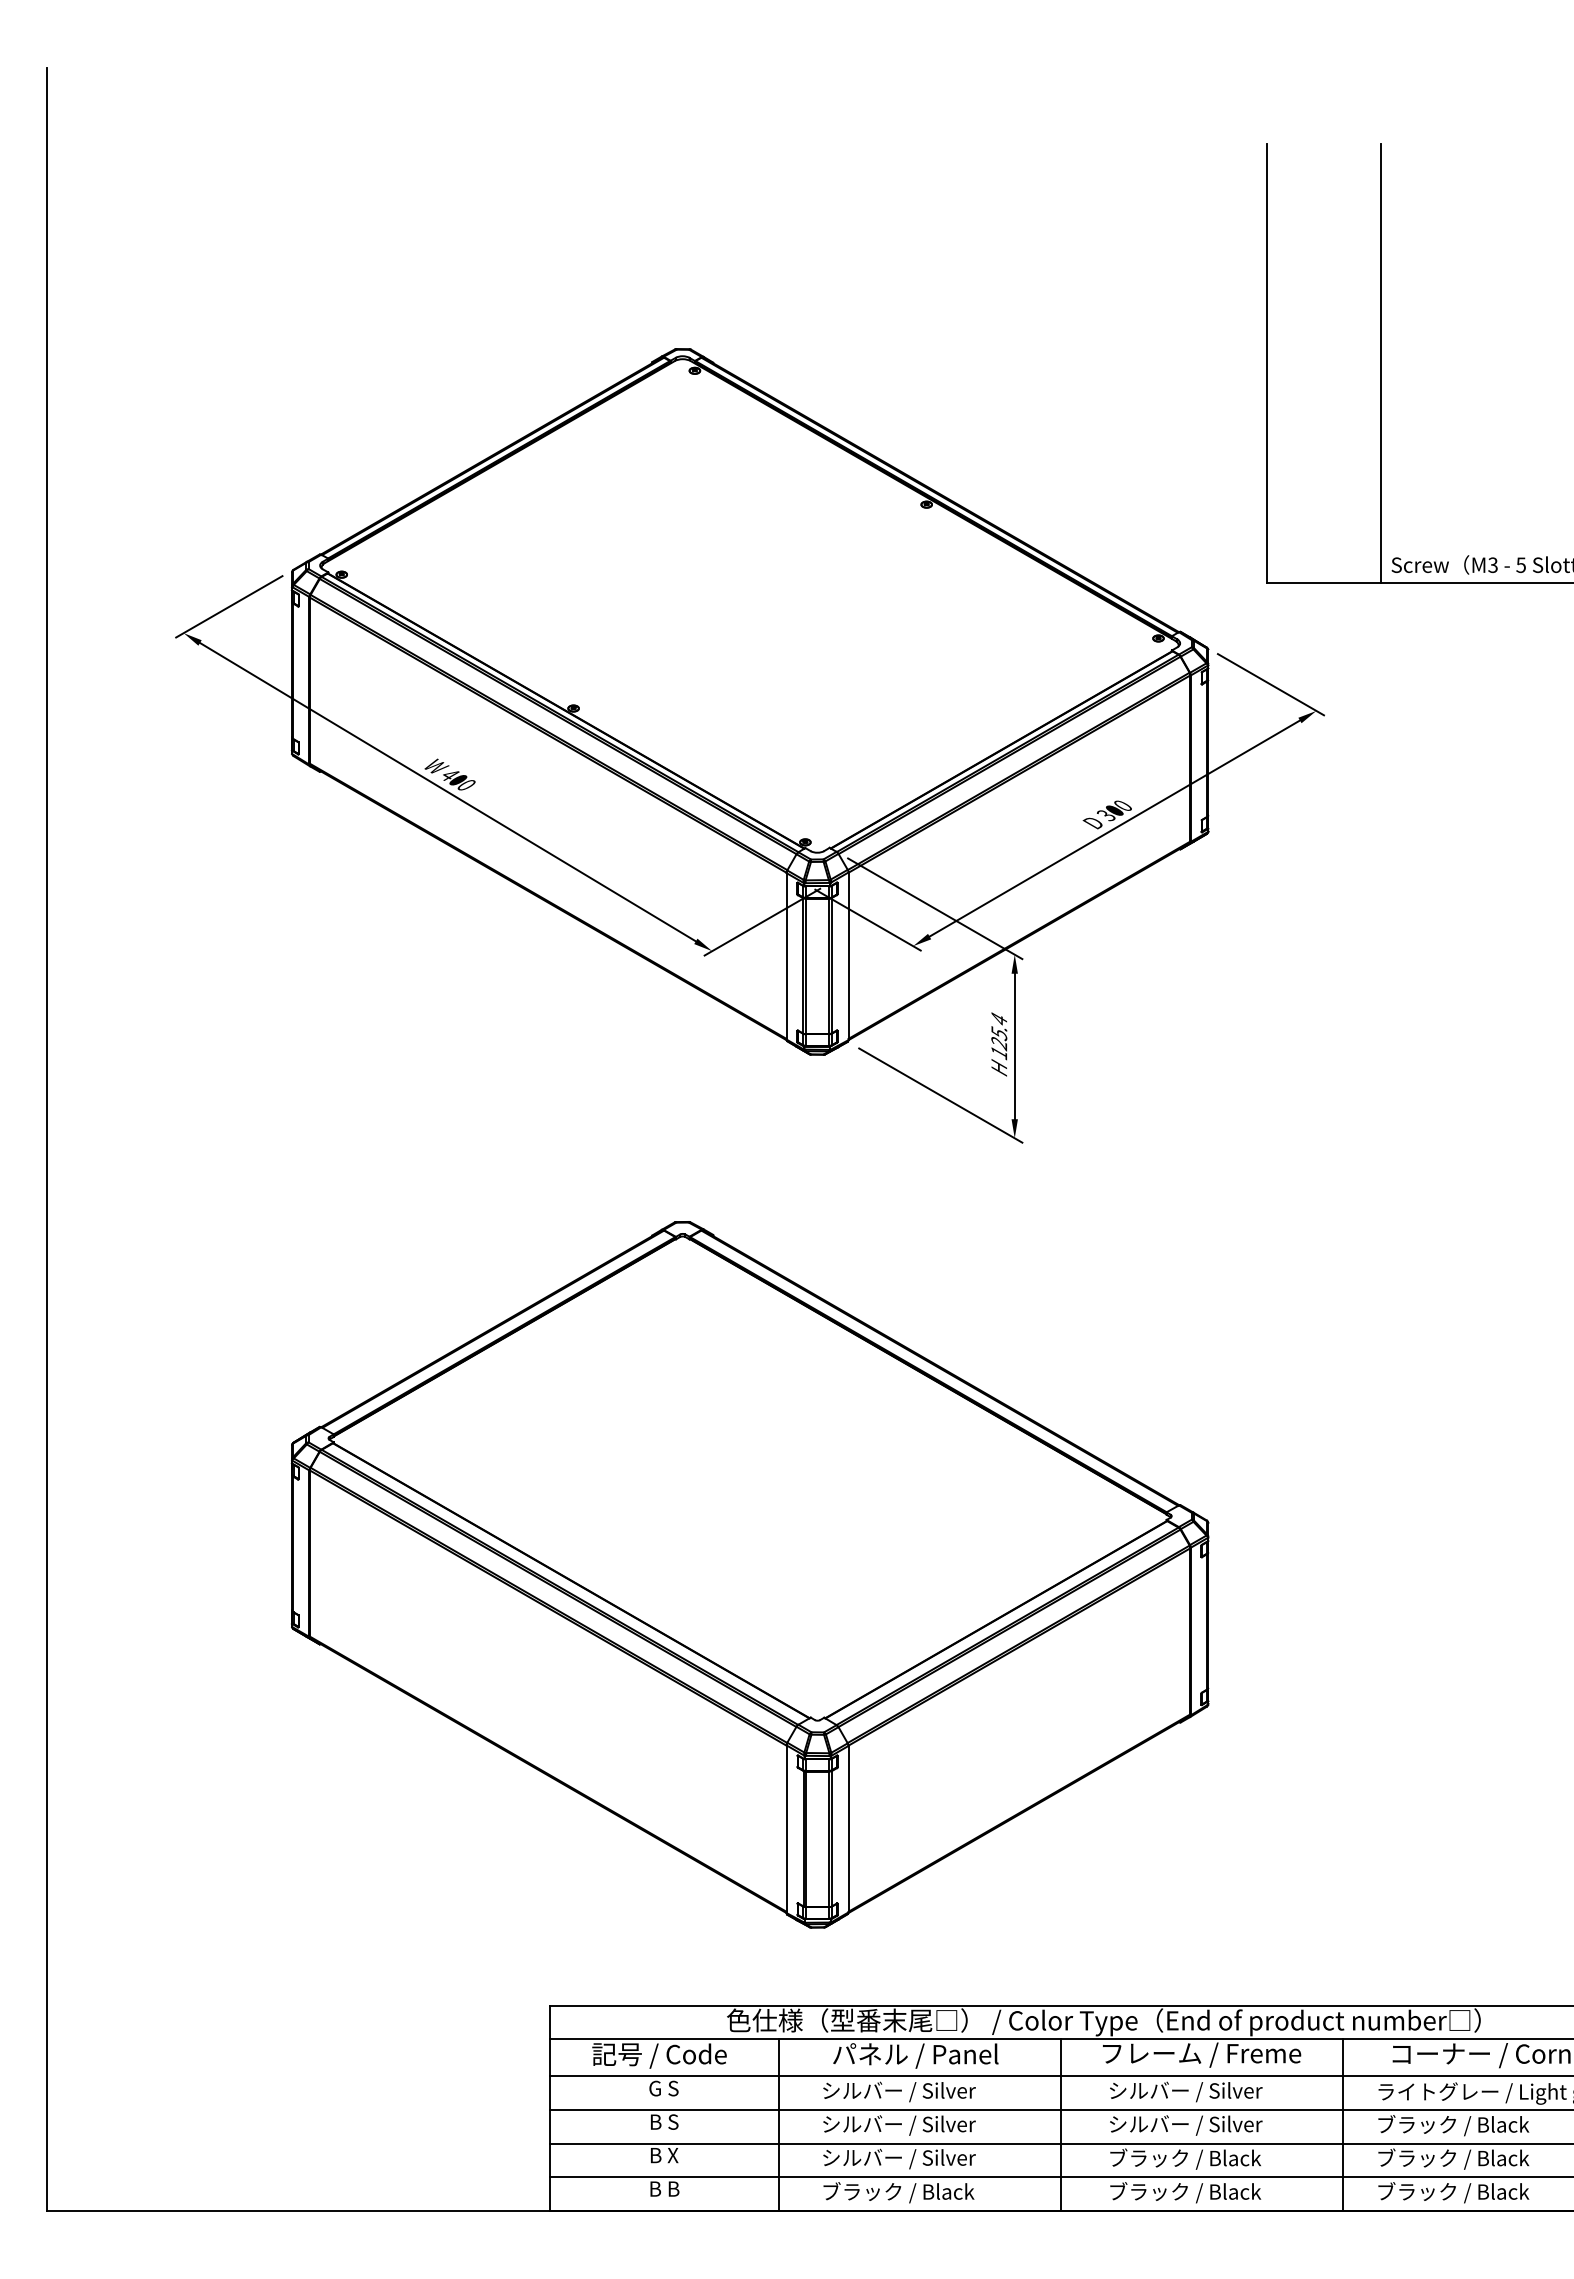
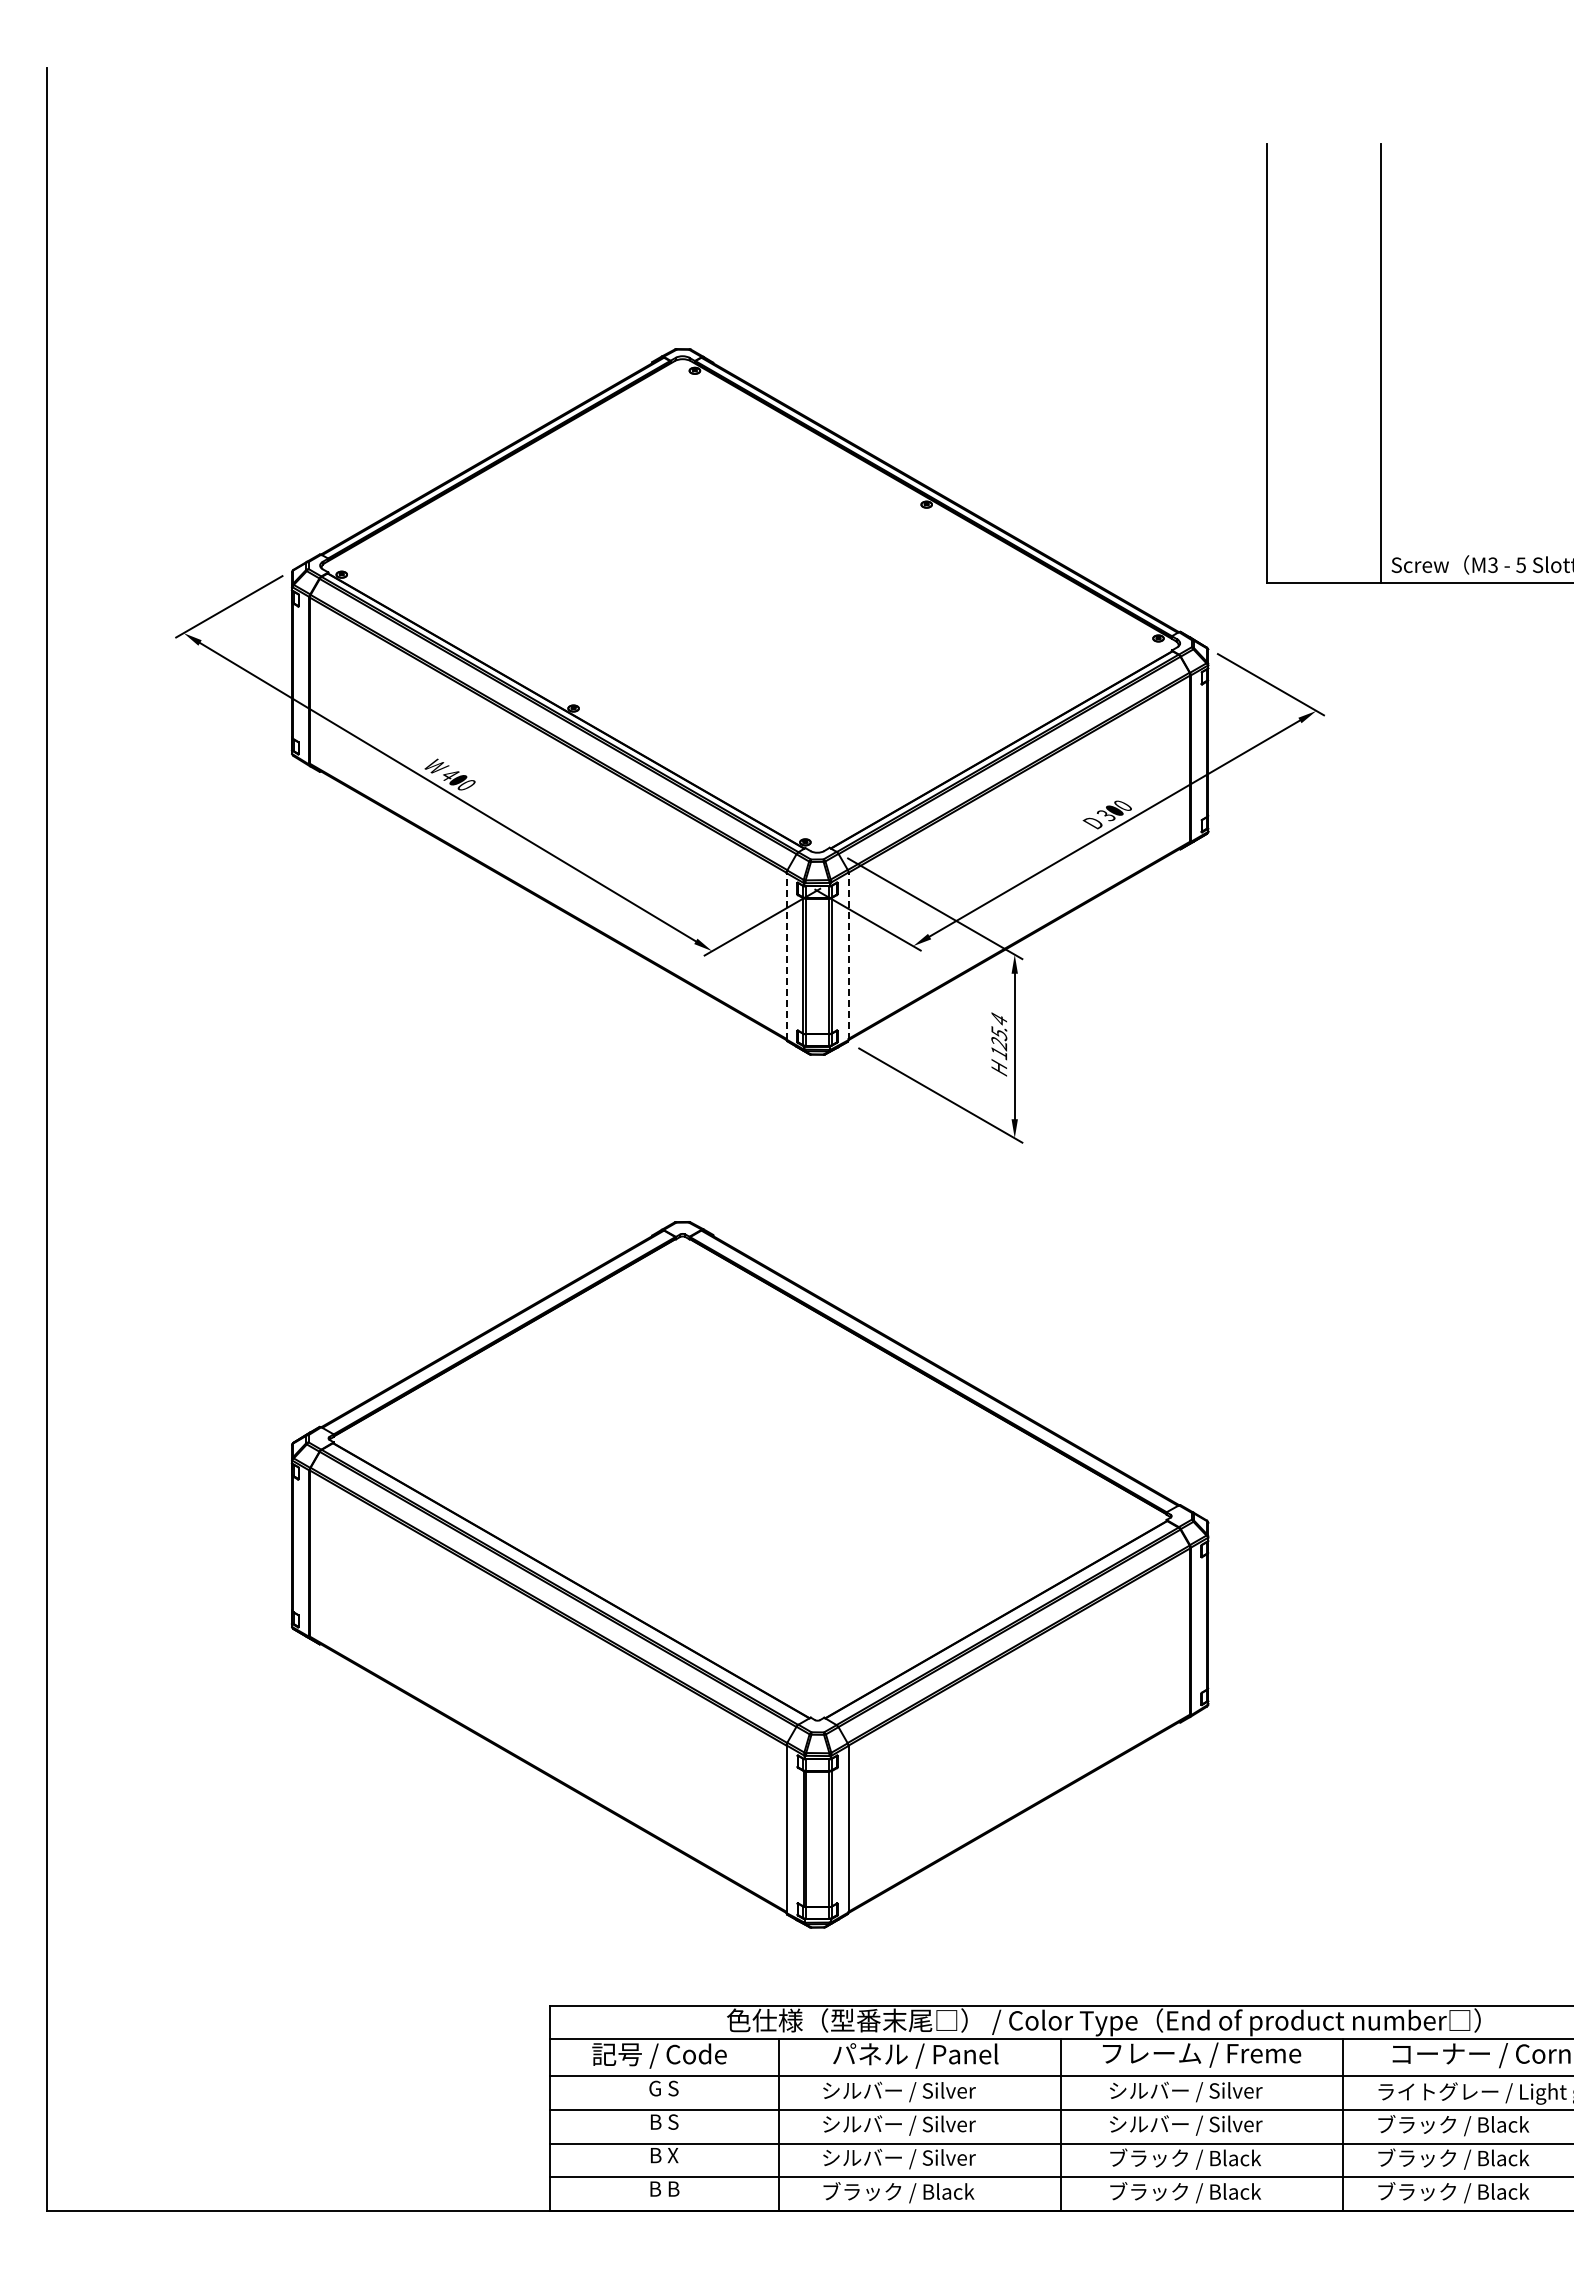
line at (786, 955): solid -> dashed
line at (848, 956): solid -> dashed
